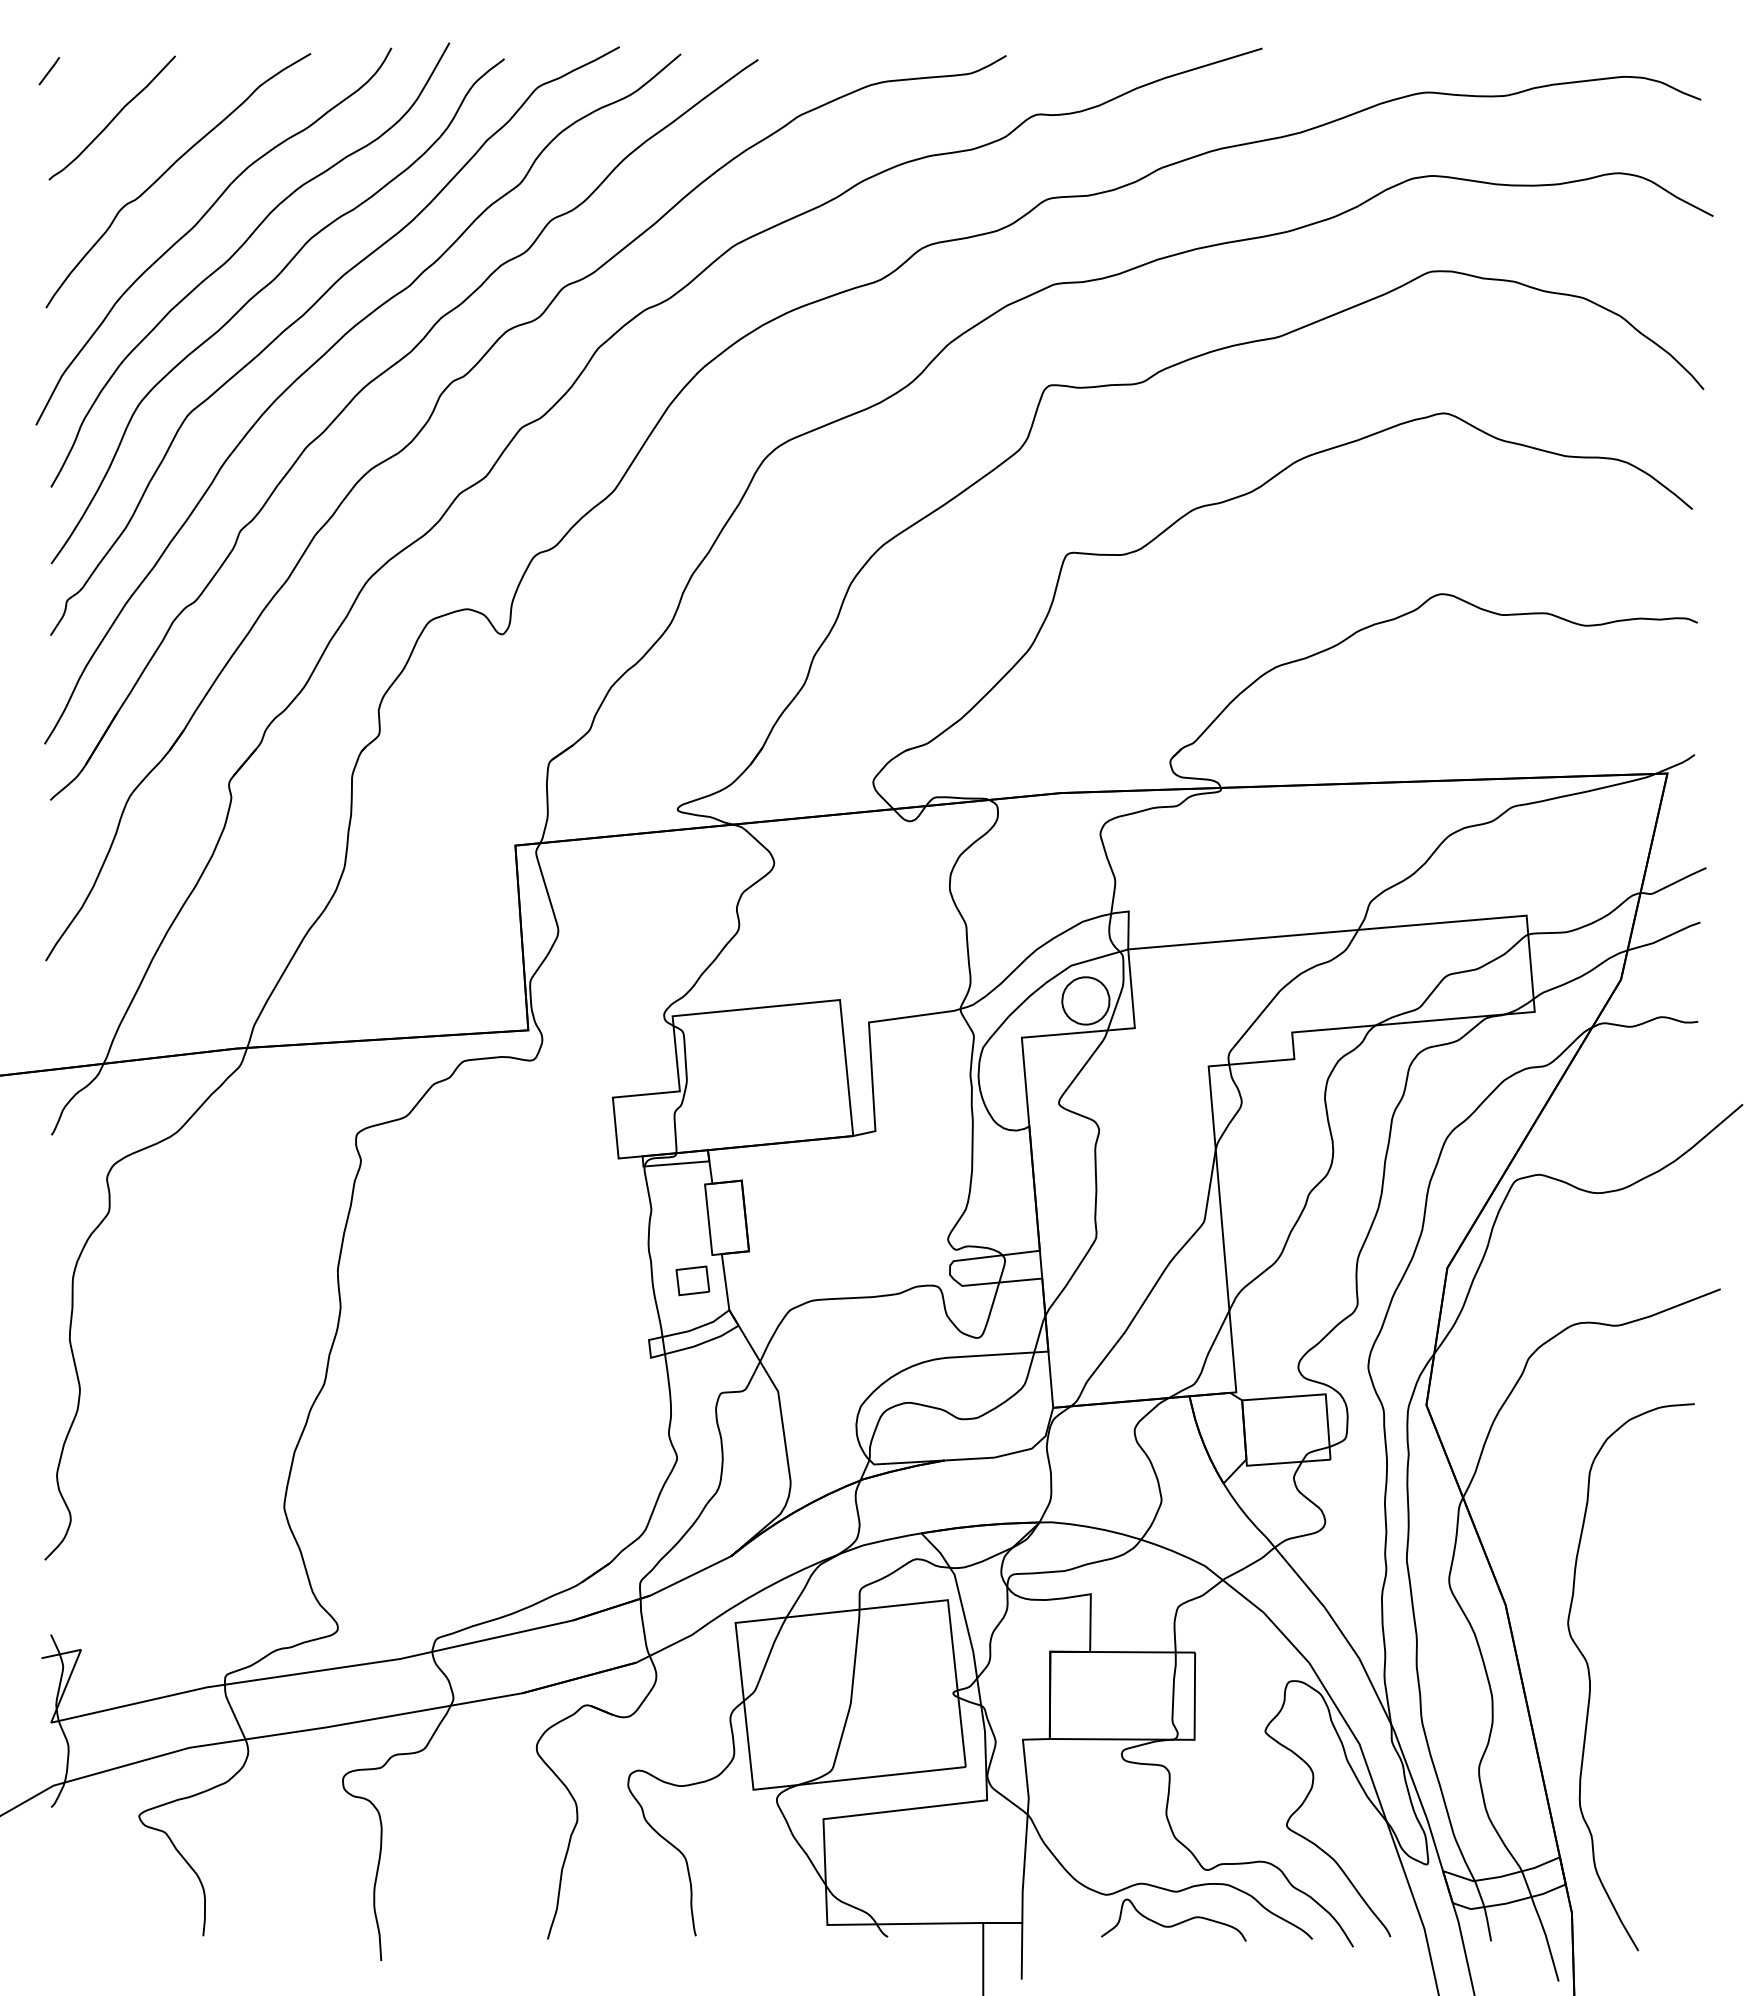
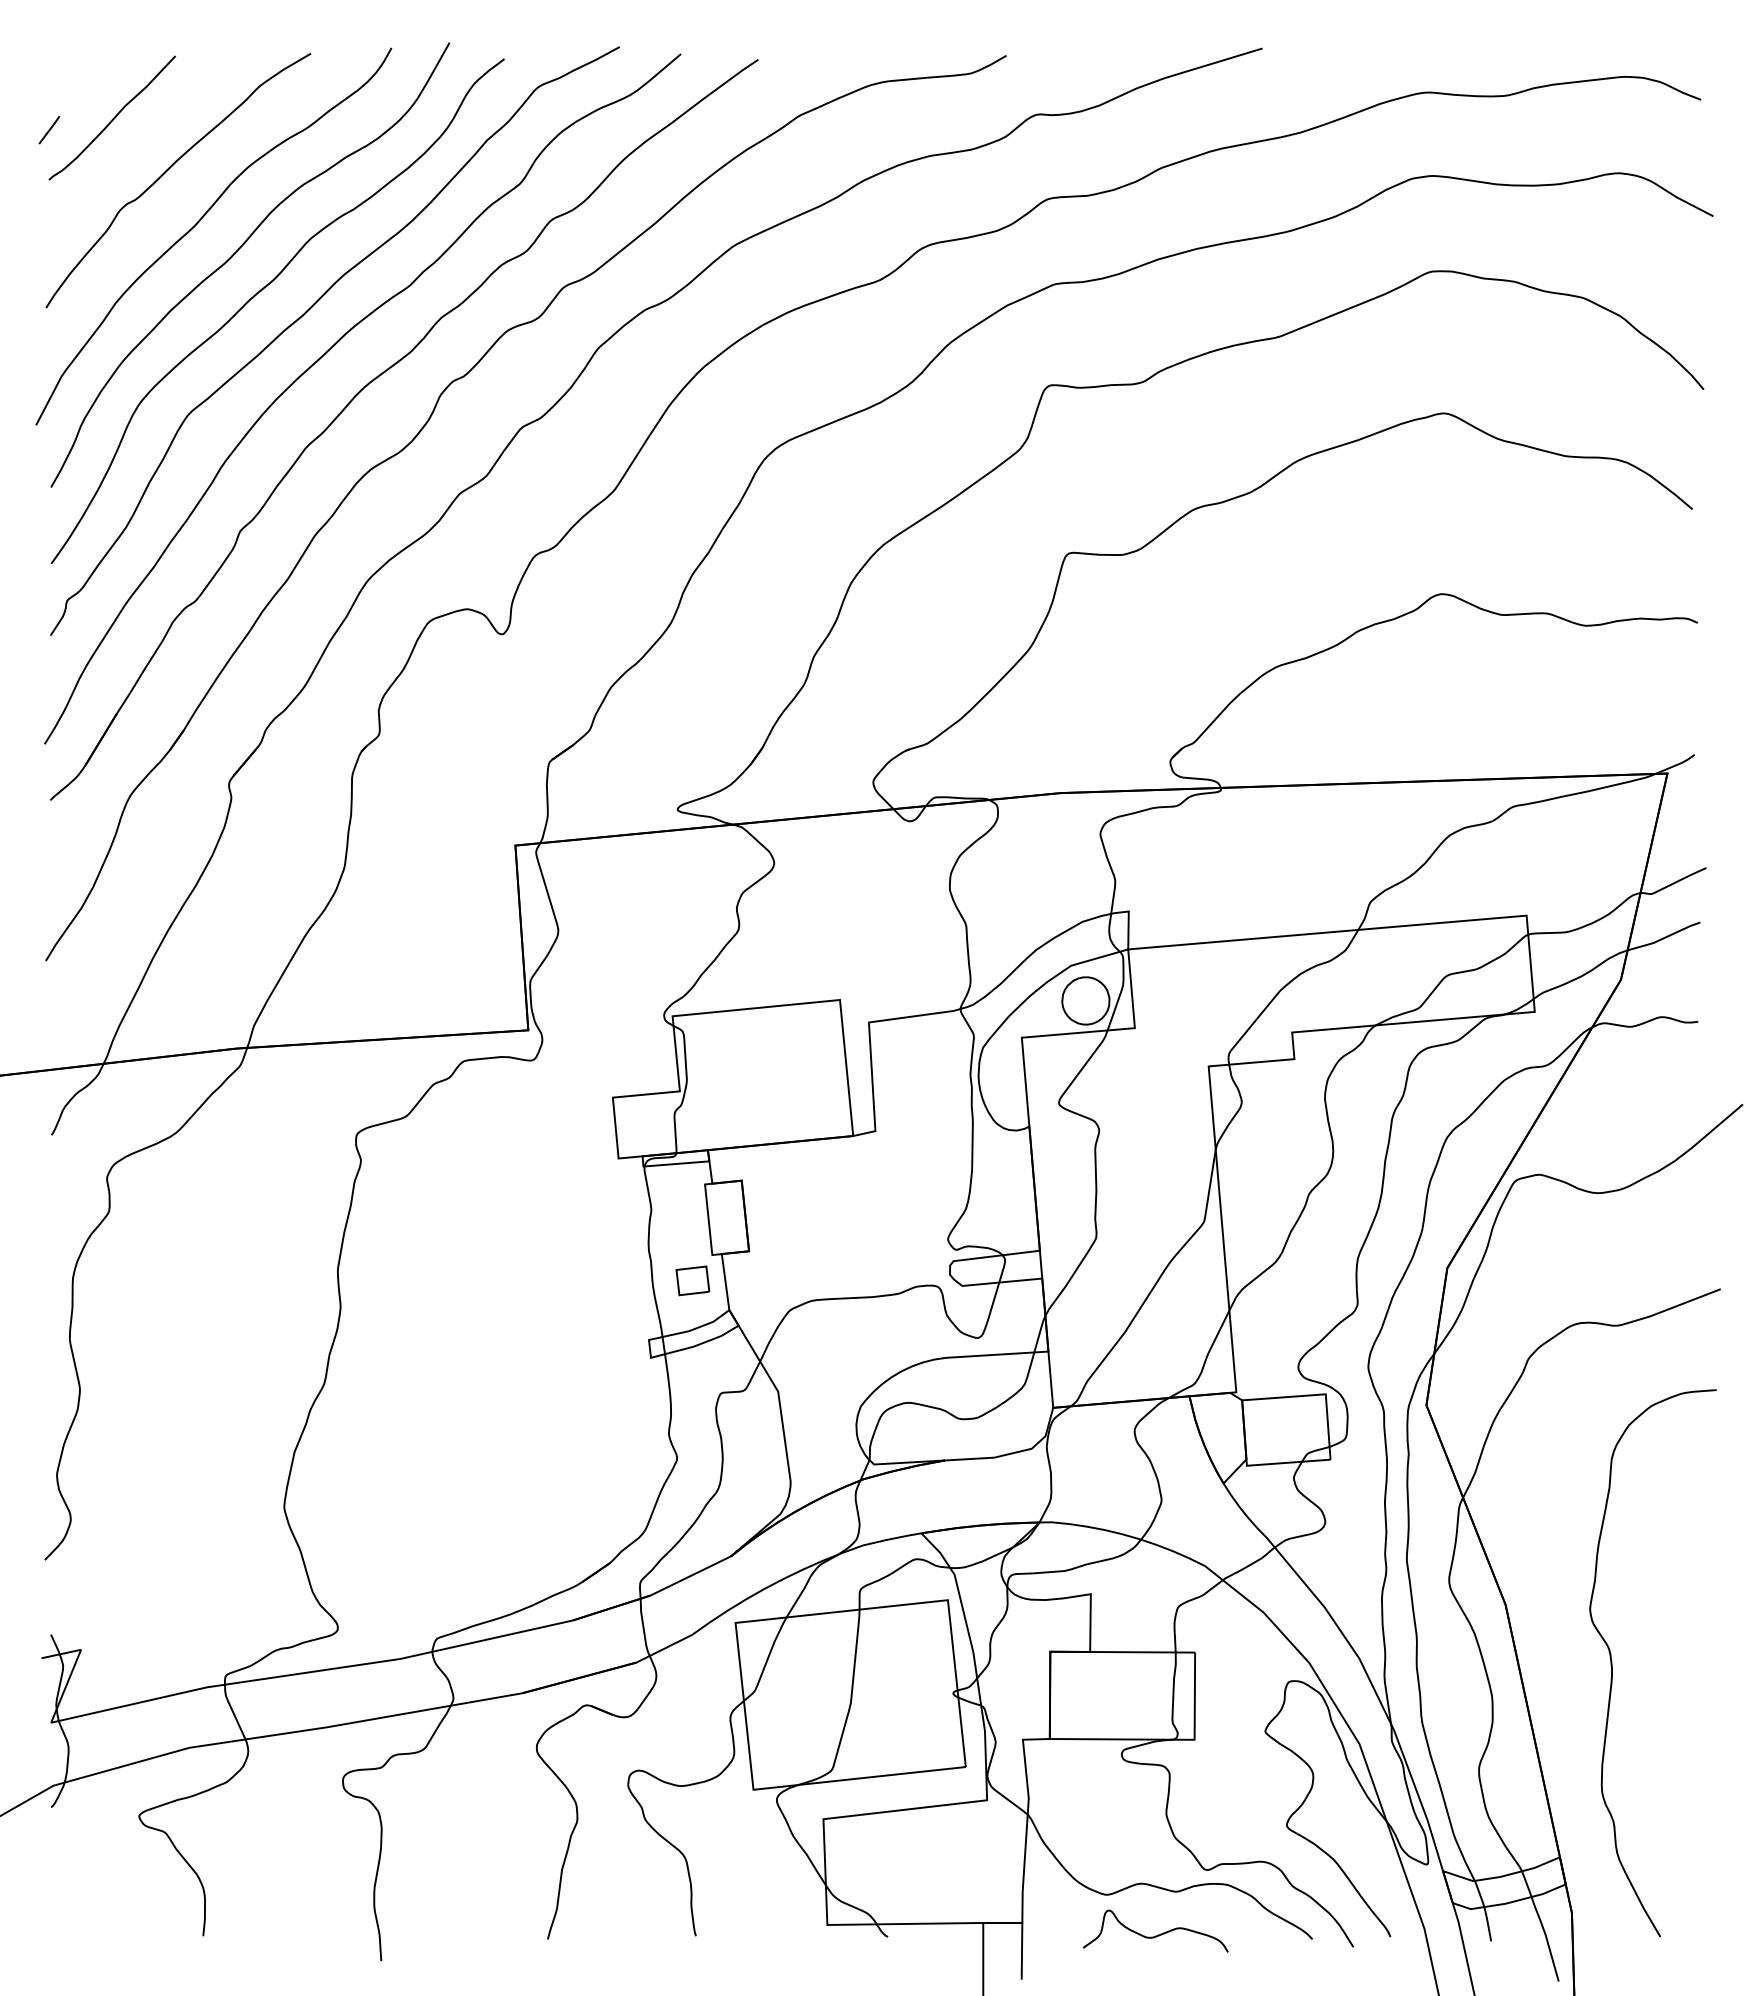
line at (49, 71) position: (49, 71) -> (49, 130)
curve at (1590, 1677) position: (1590, 1677) -> (1612, 1663)
curve at (1176, 1923) position: (1176, 1923) -> (1158, 1934)
